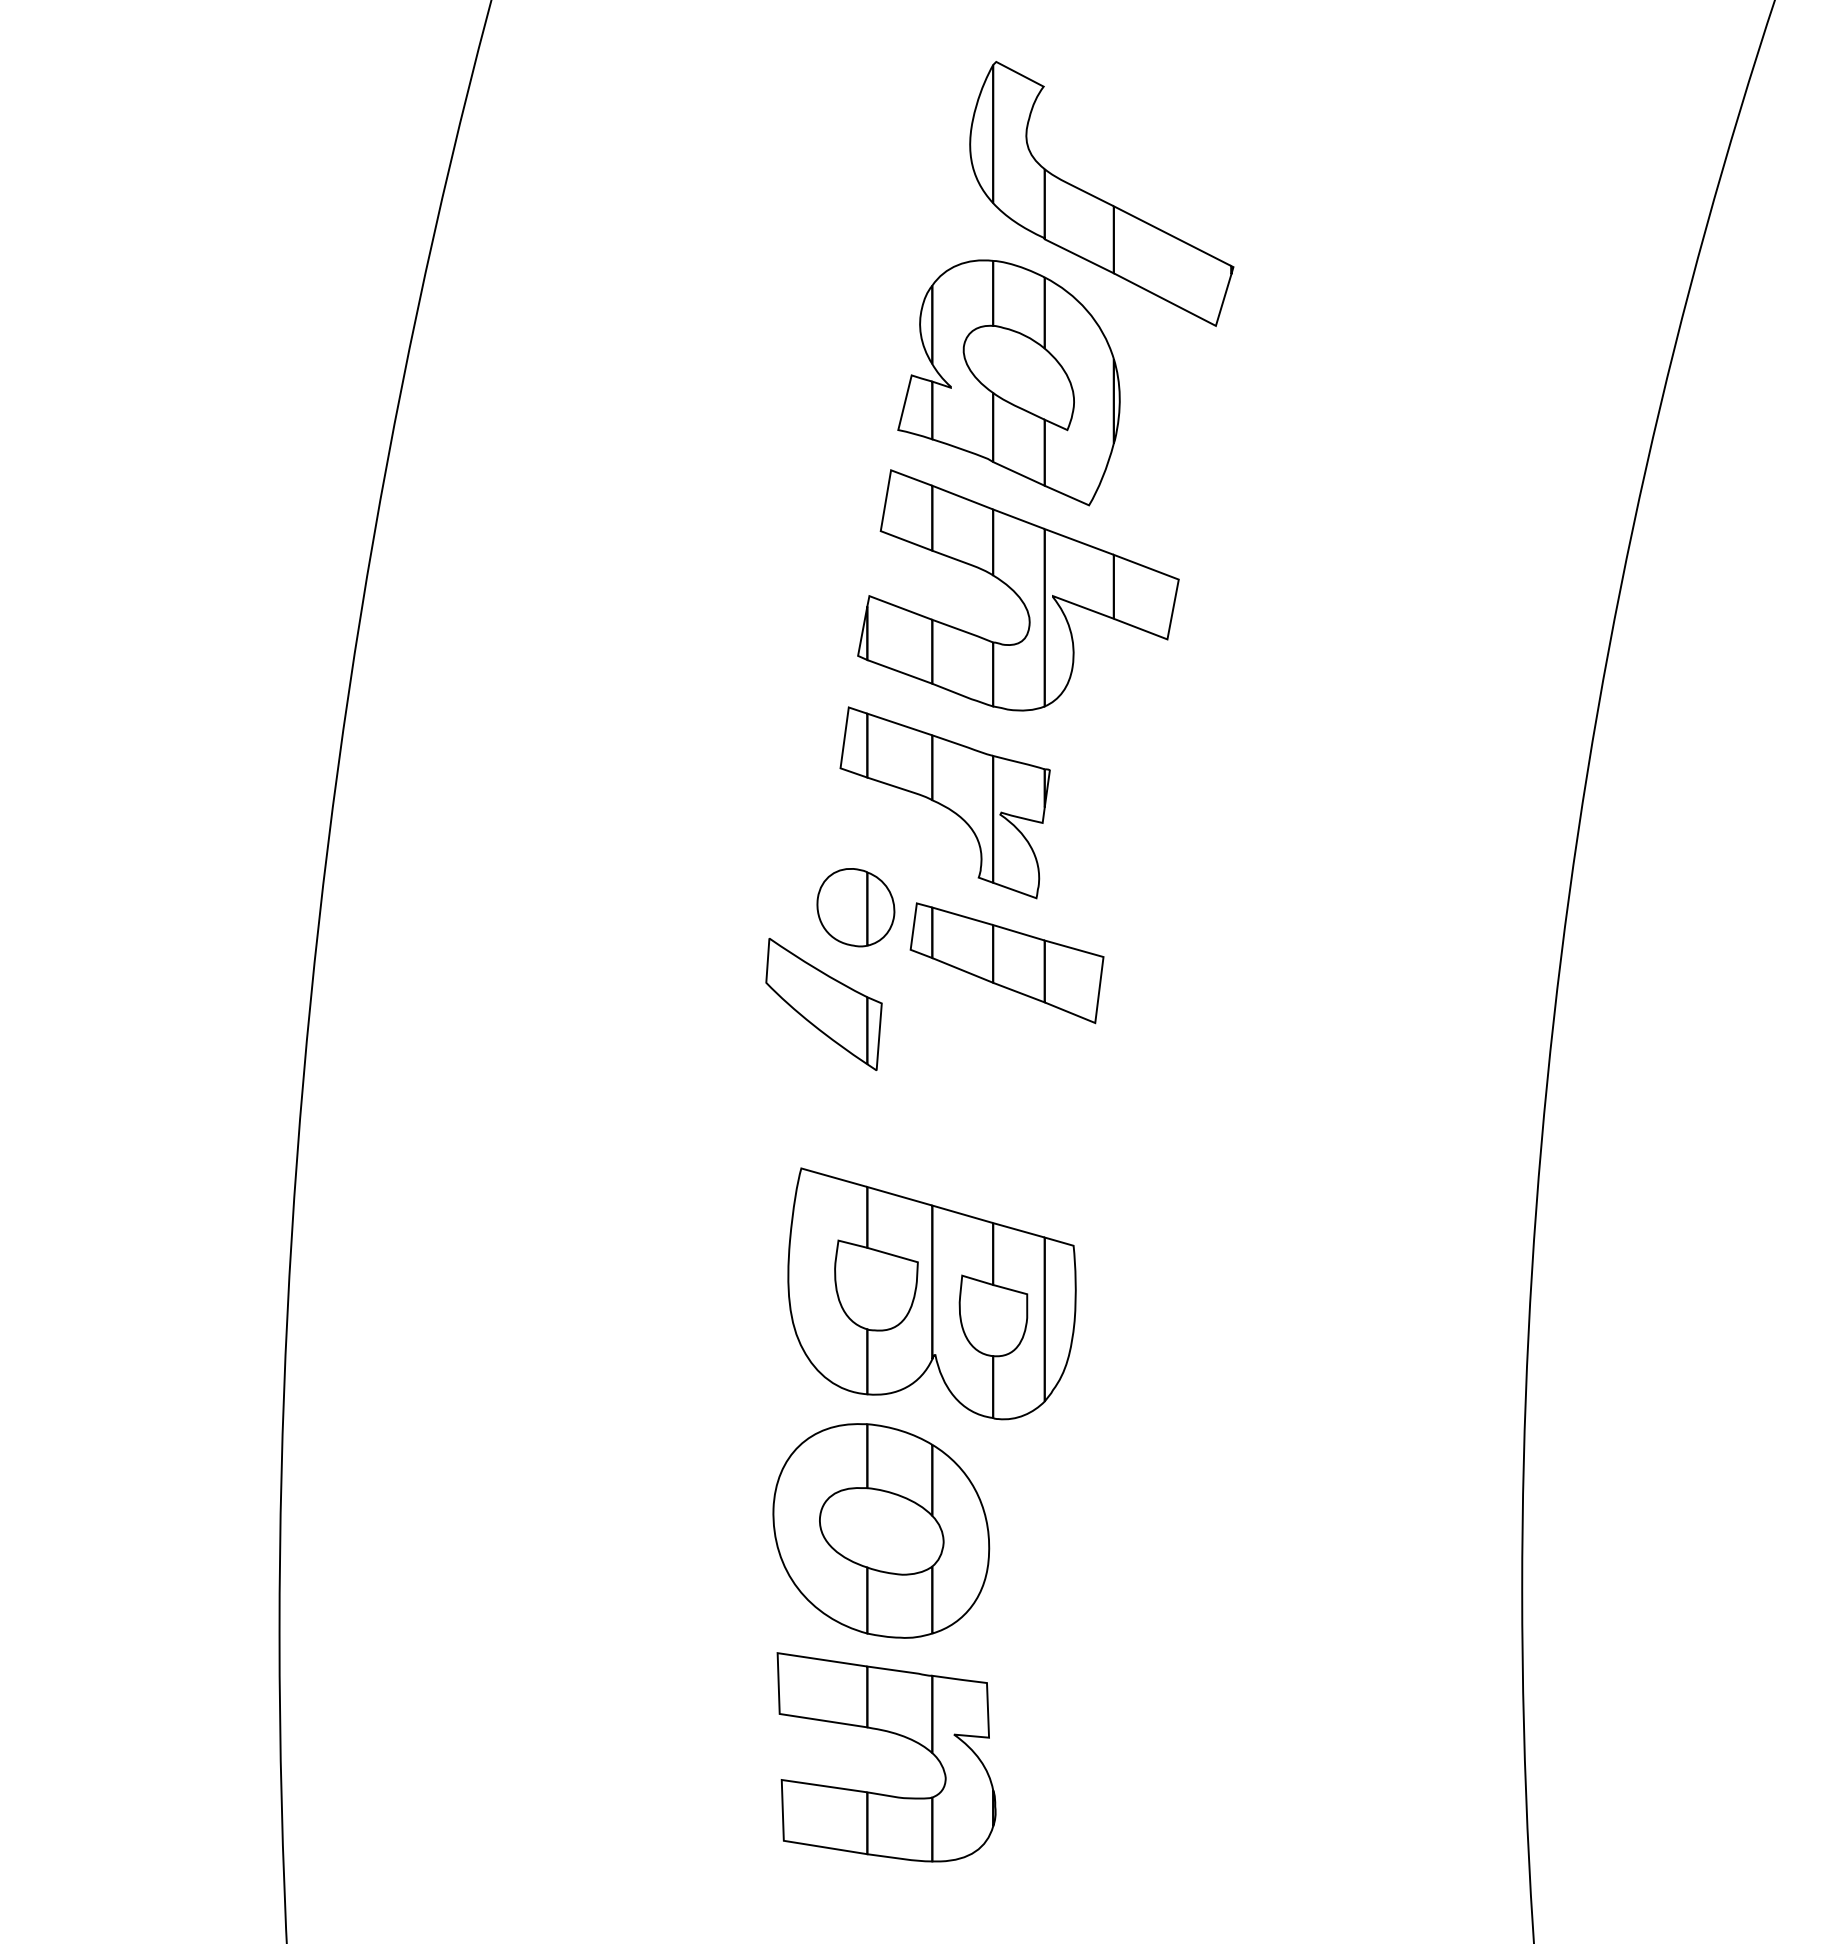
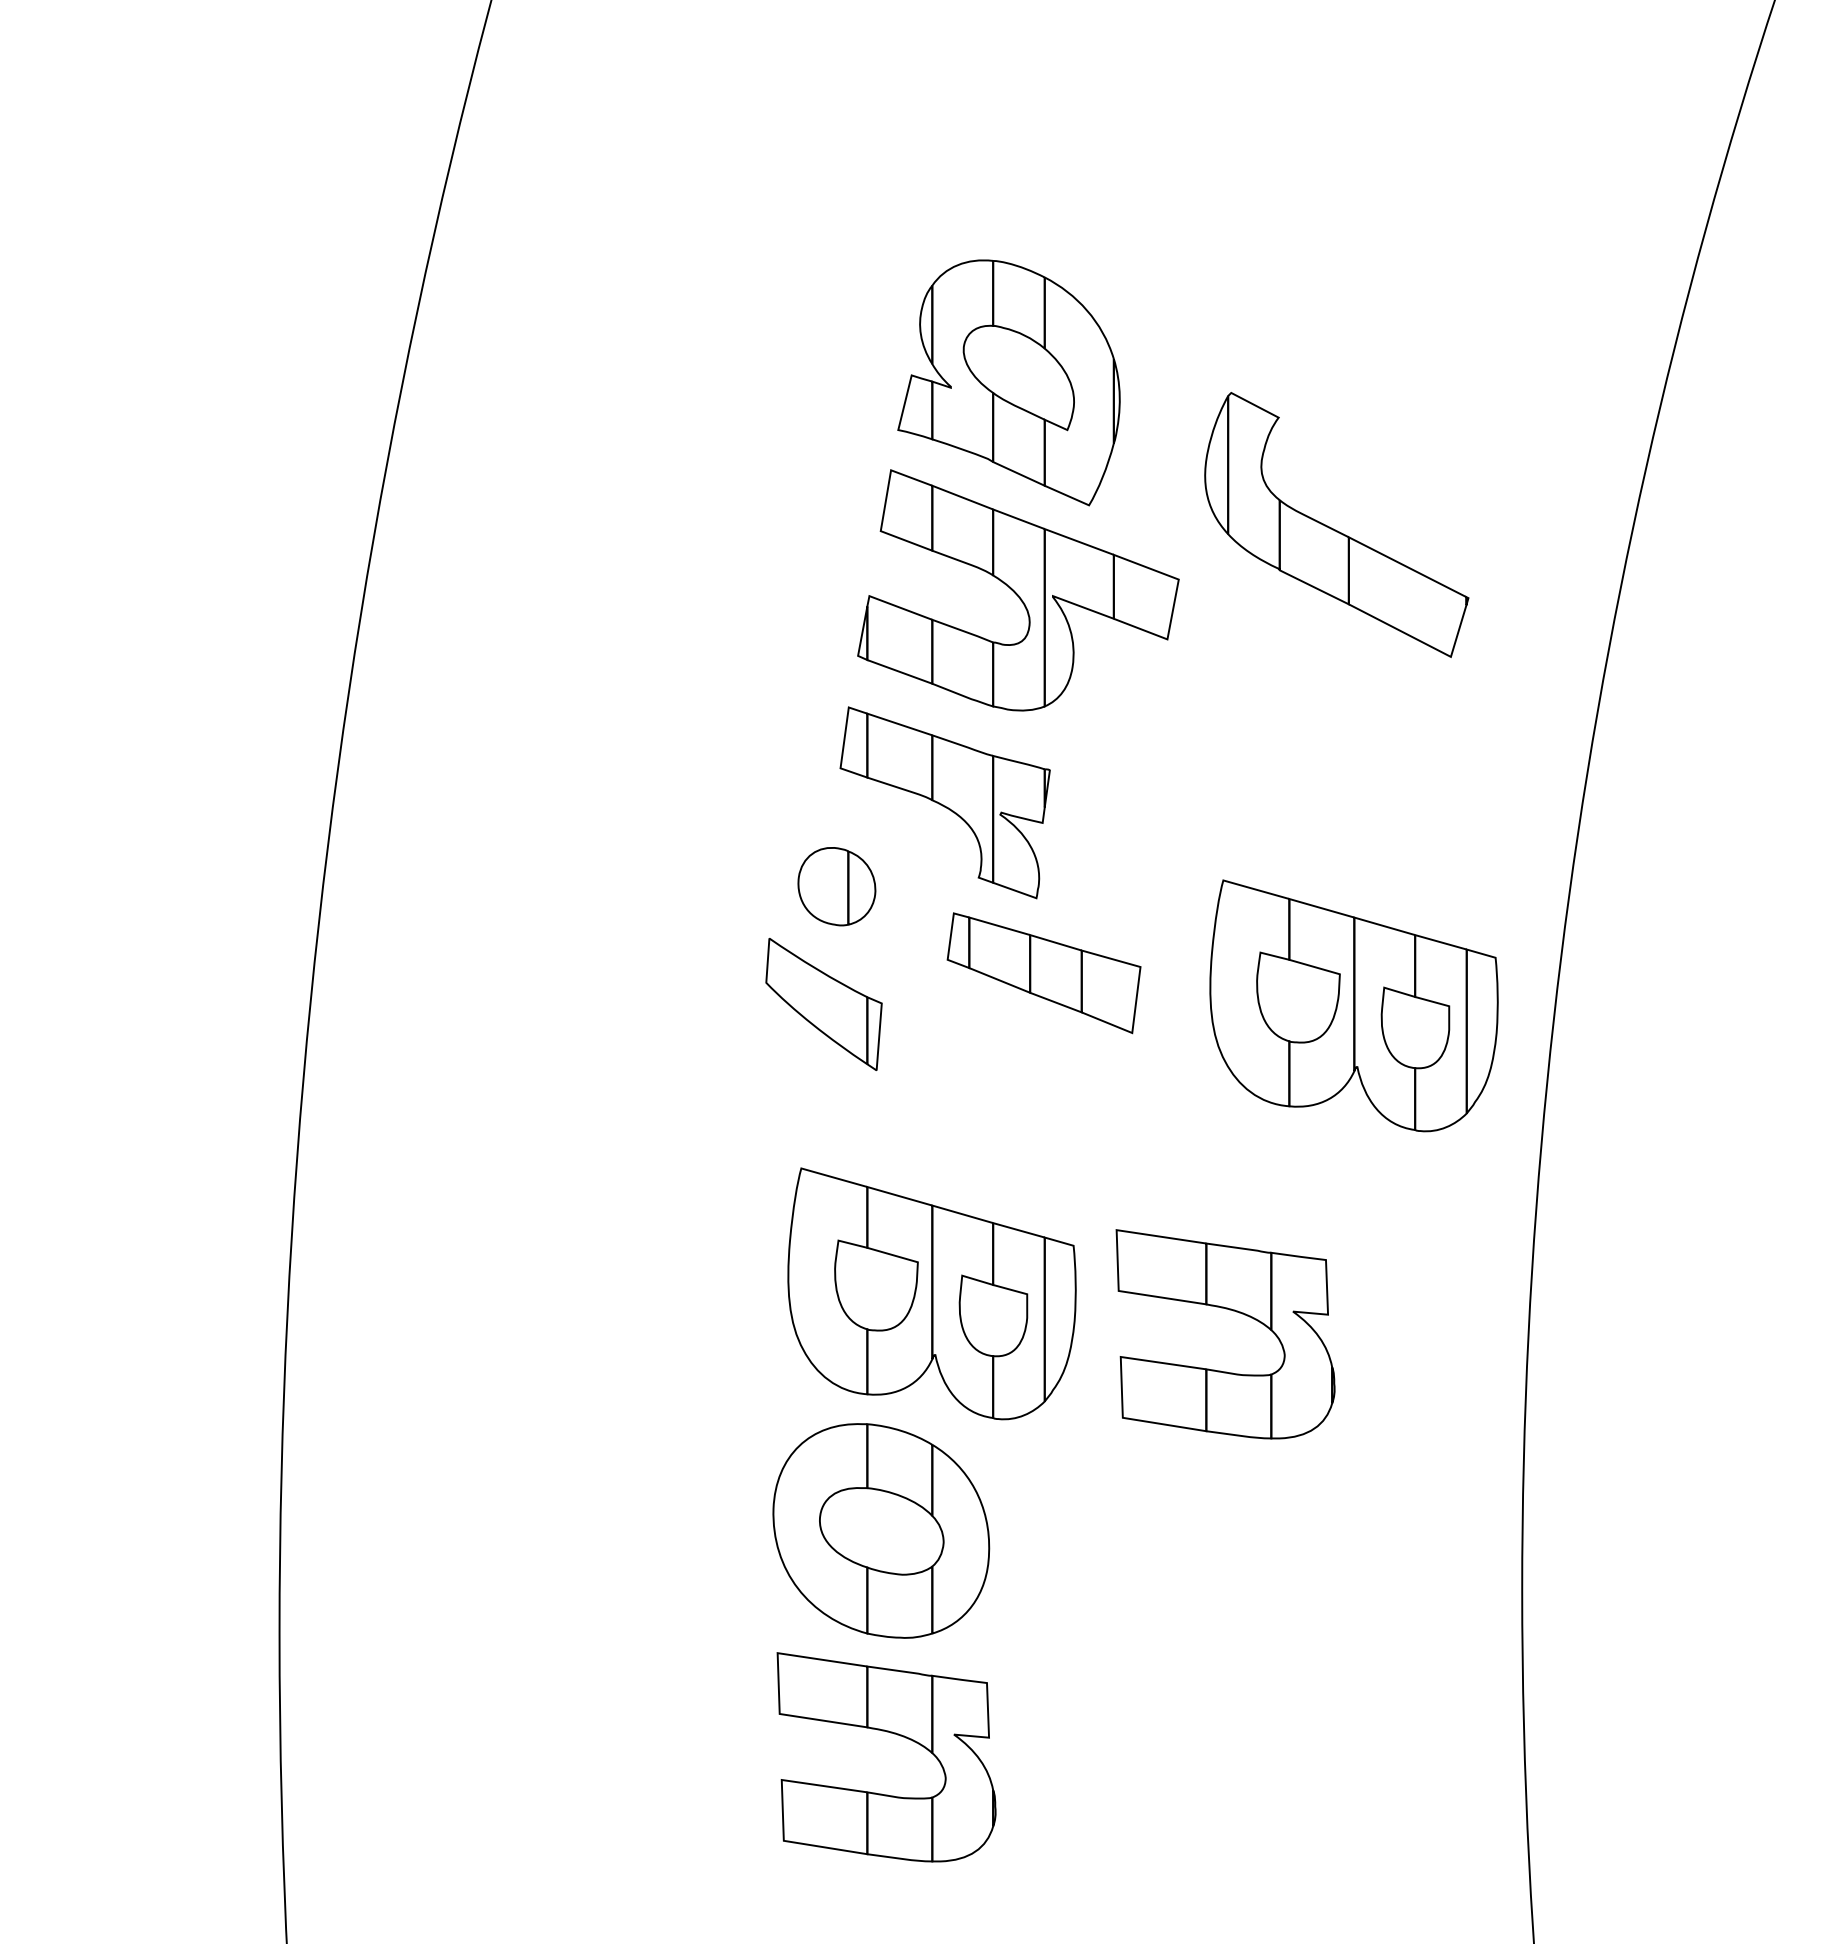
part at (1101, 193) position: (1101, 193) -> (1336, 524)
part at (855, 907) position: (855, 907) -> (836, 886)
part at (1006, 963) position: (1006, 963) -> (1043, 973)
part at (1353, 1005): none -> present
part at (1229, 1310): none -> present
